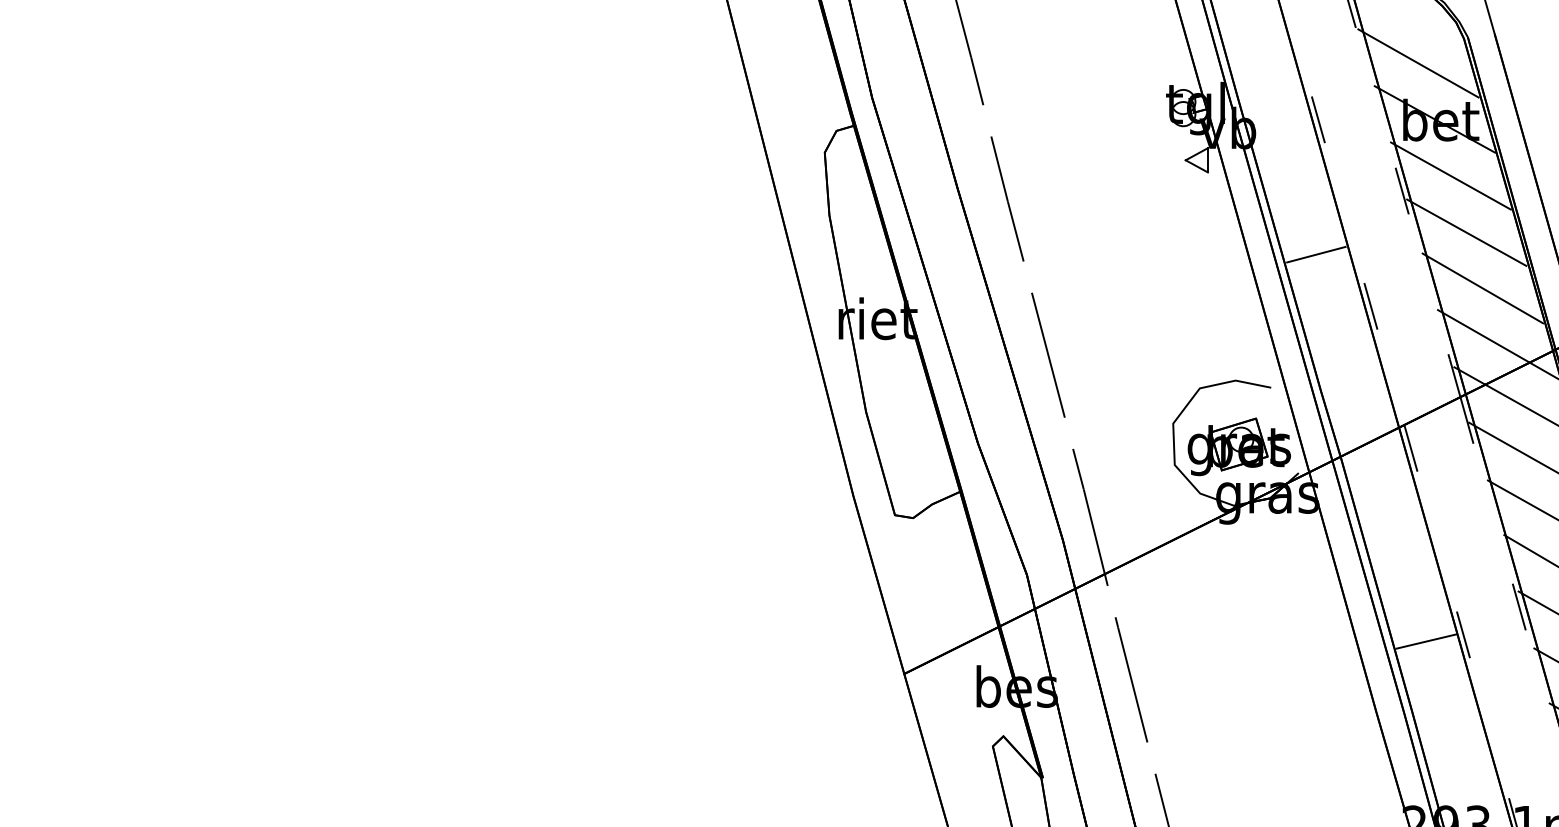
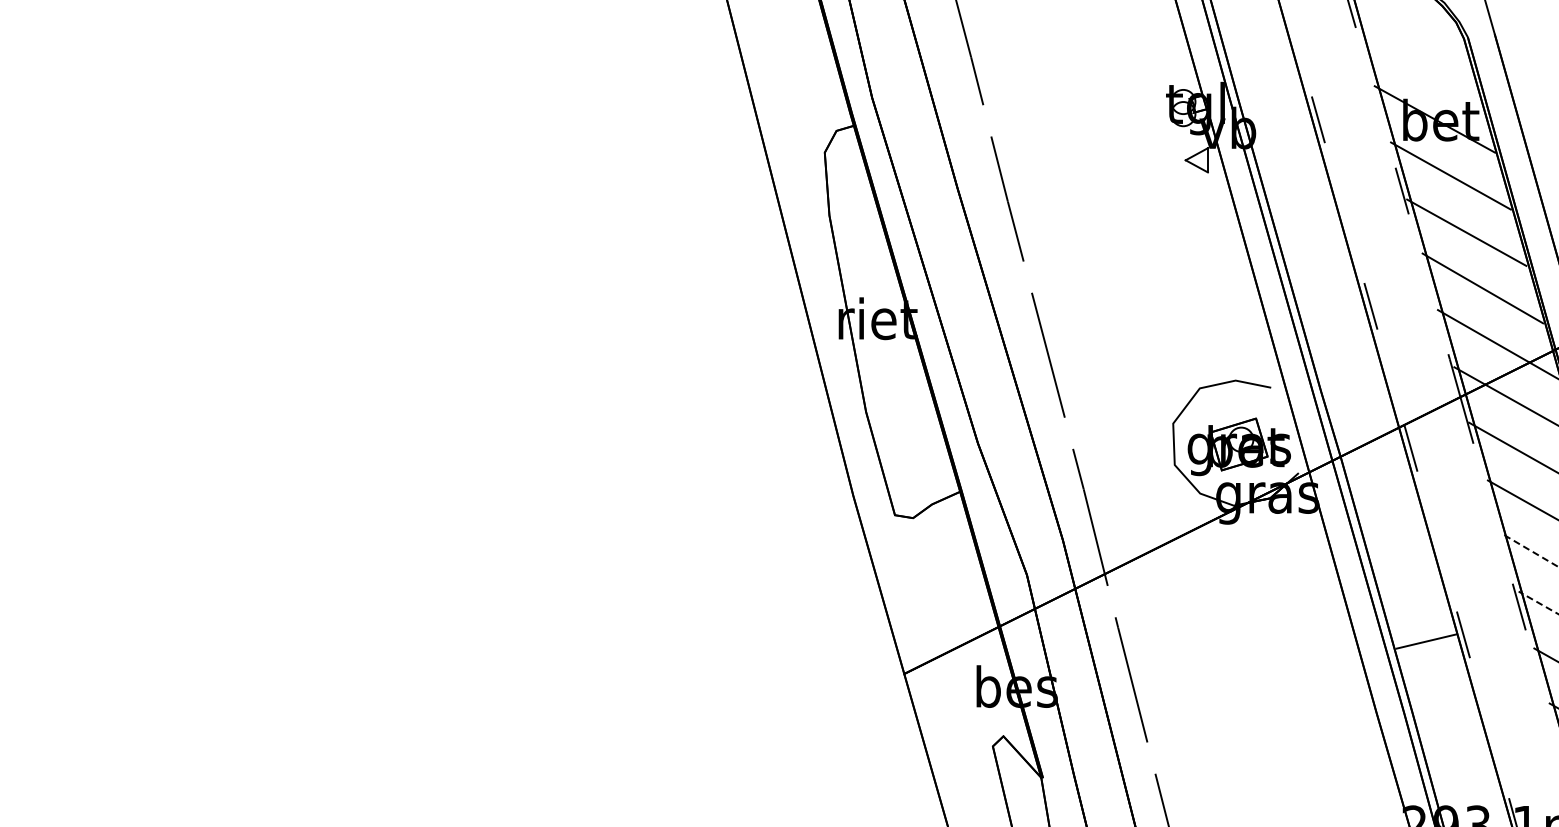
line at (1418, 63): present -> none
line at (1316, 254): present -> none
line at (1531, 551): solid -> dashed
line at (1538, 602): solid -> dashed
